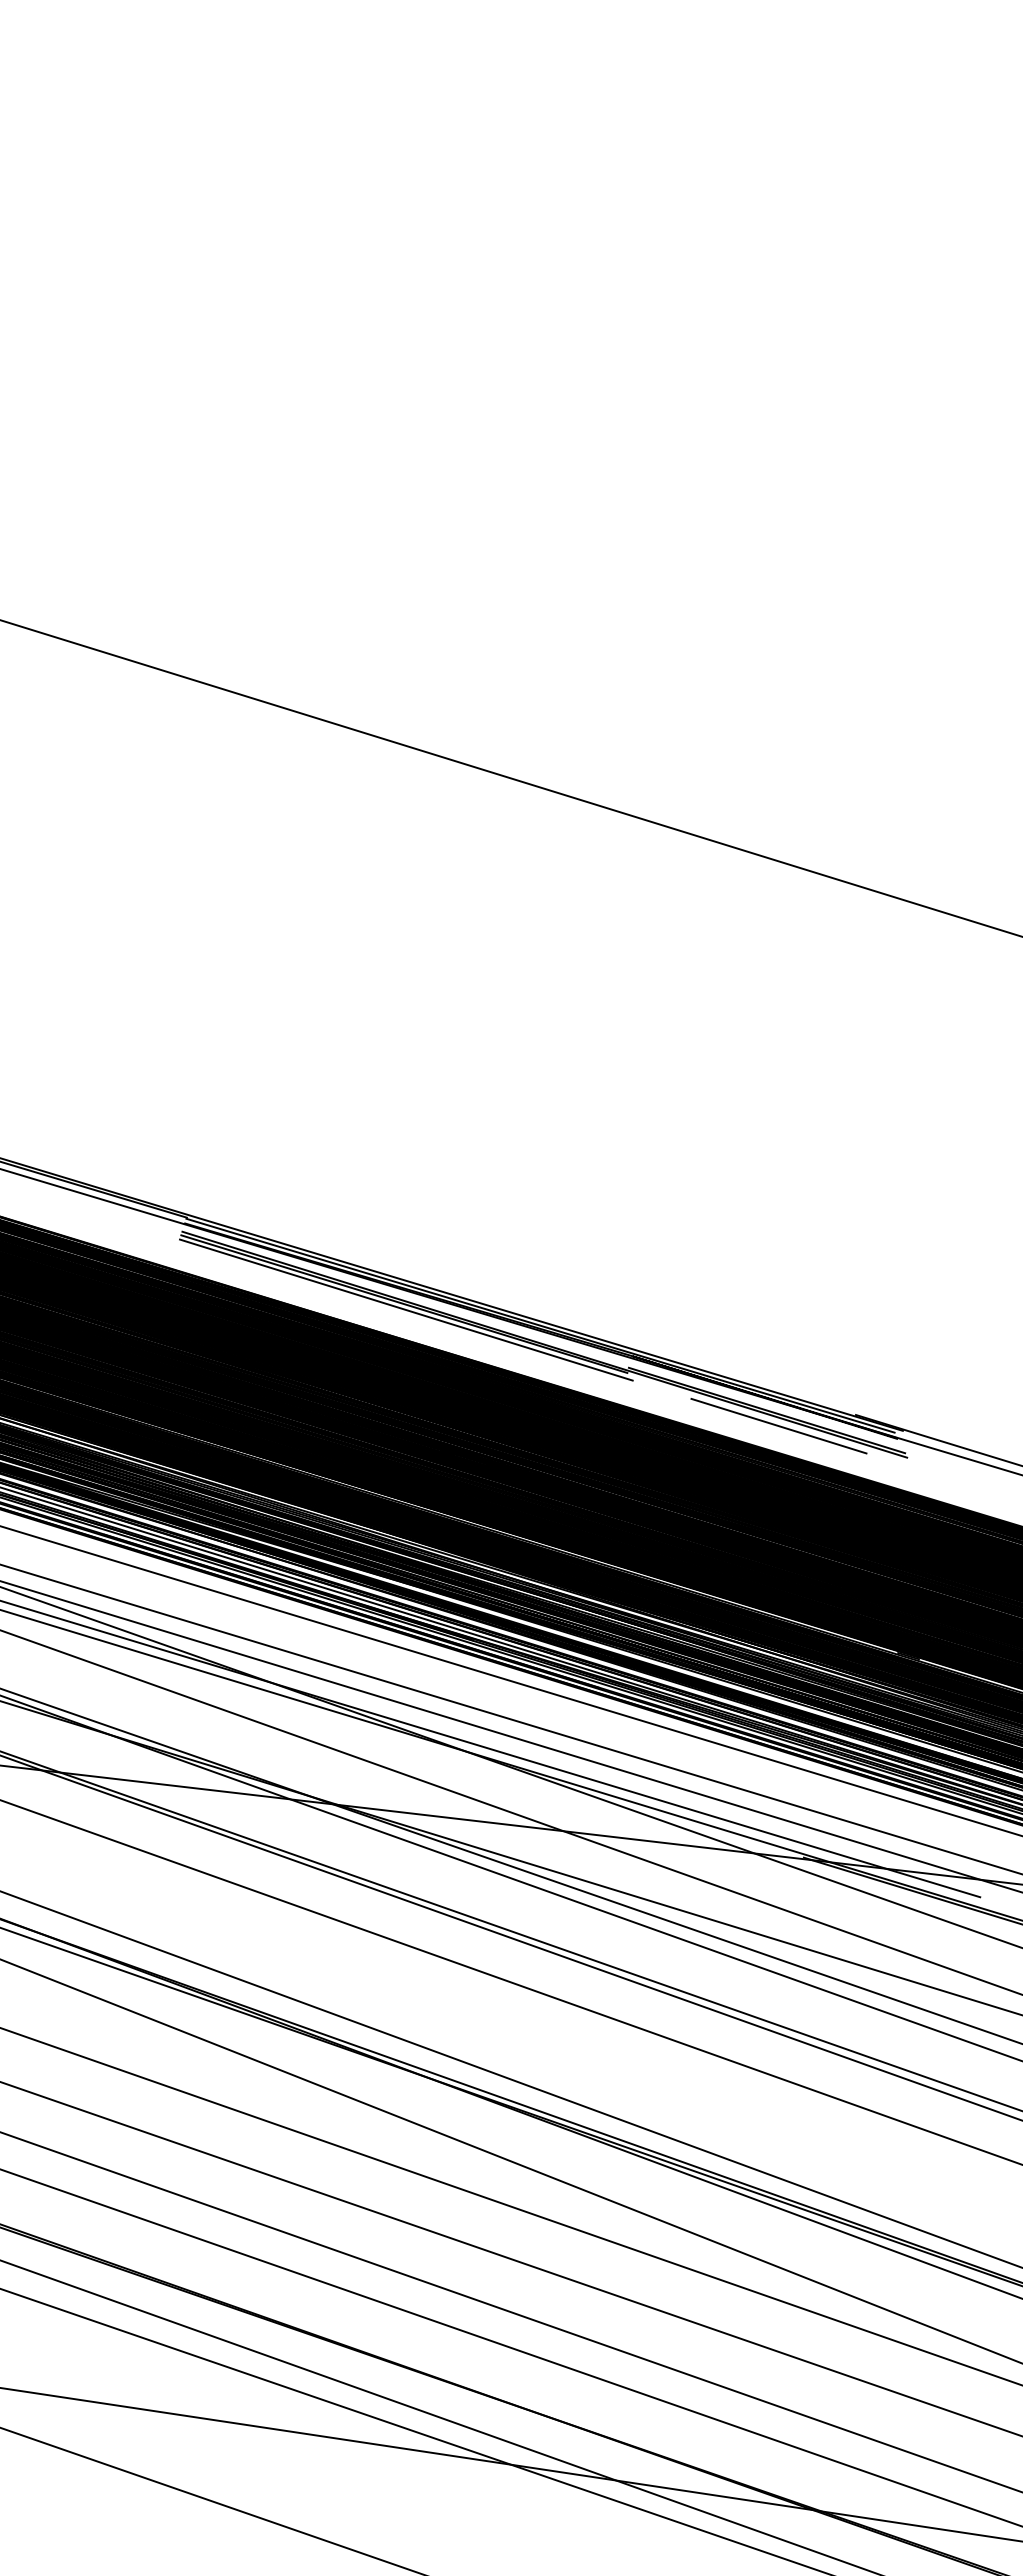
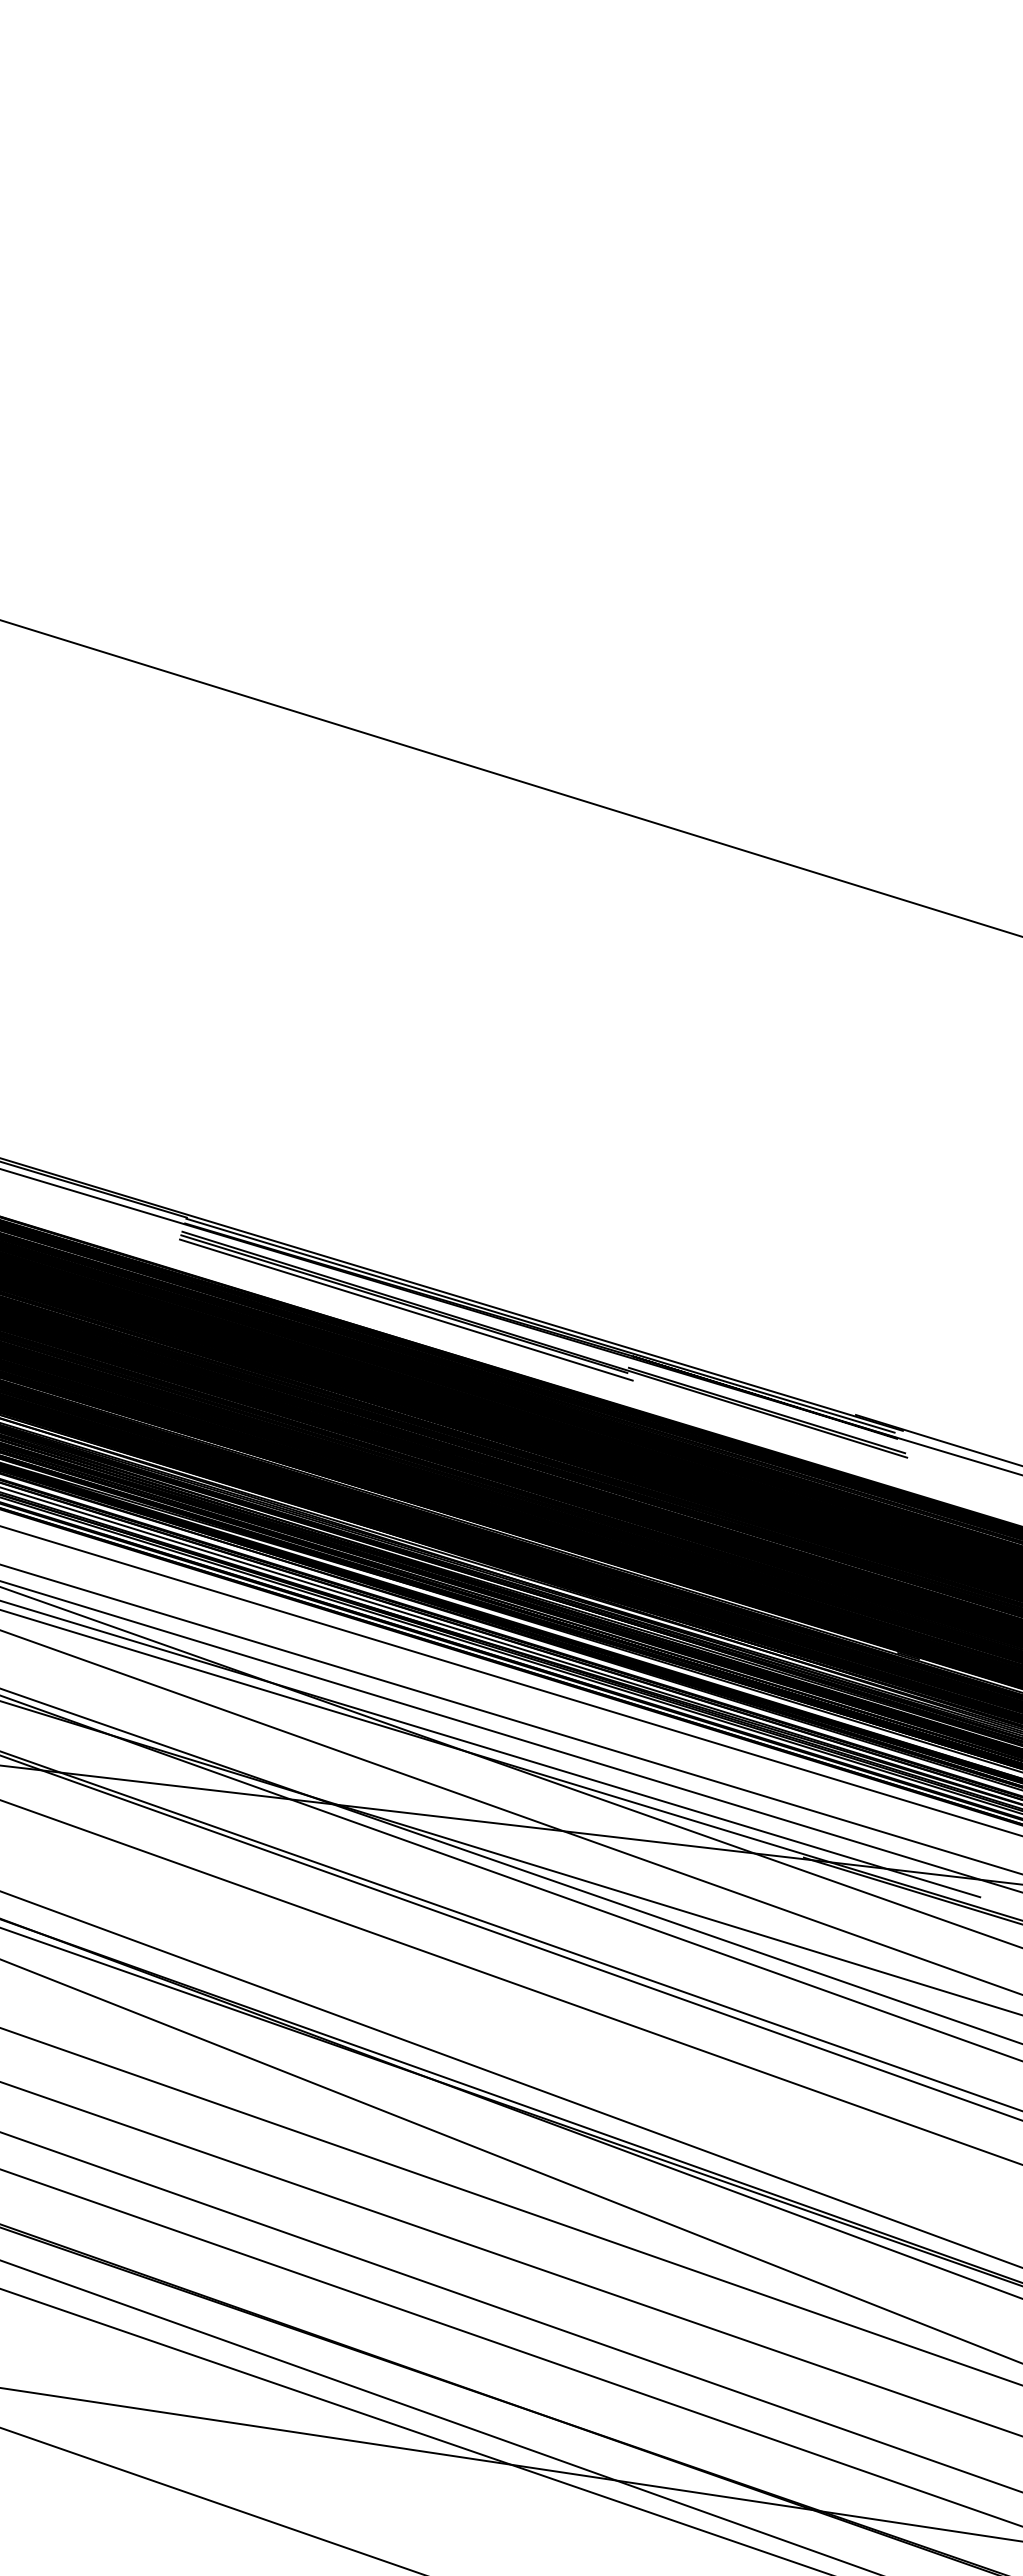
line at (778, 1425): present -> none
